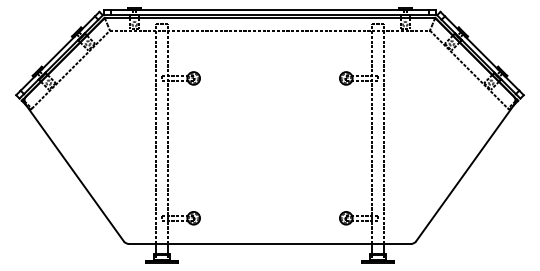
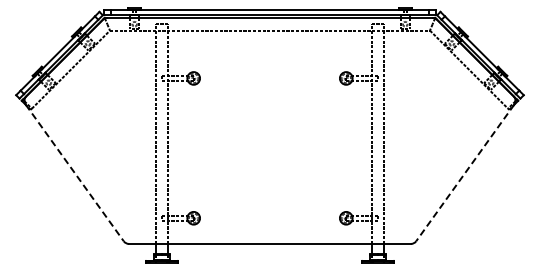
line at (75, 173): solid -> dashed
line at (464, 173): solid -> dashed
